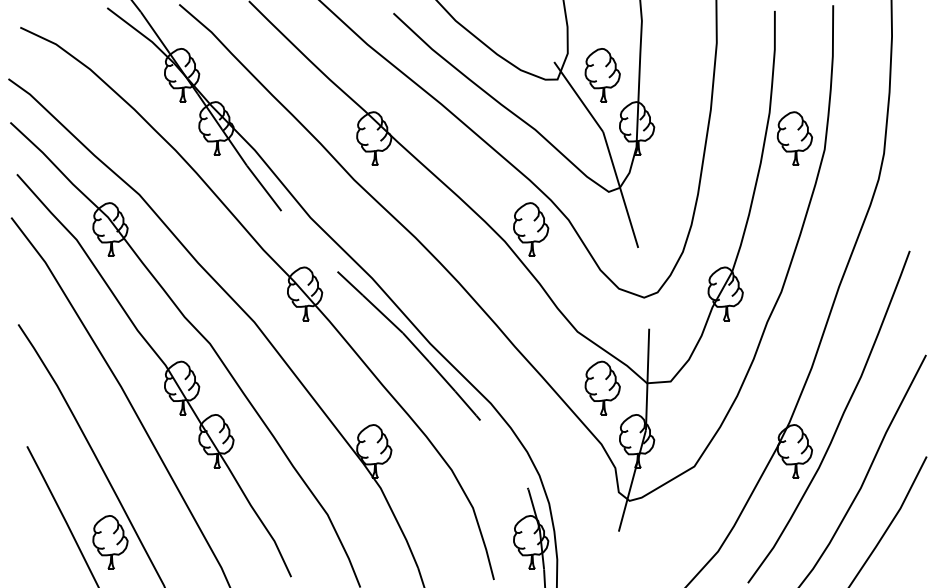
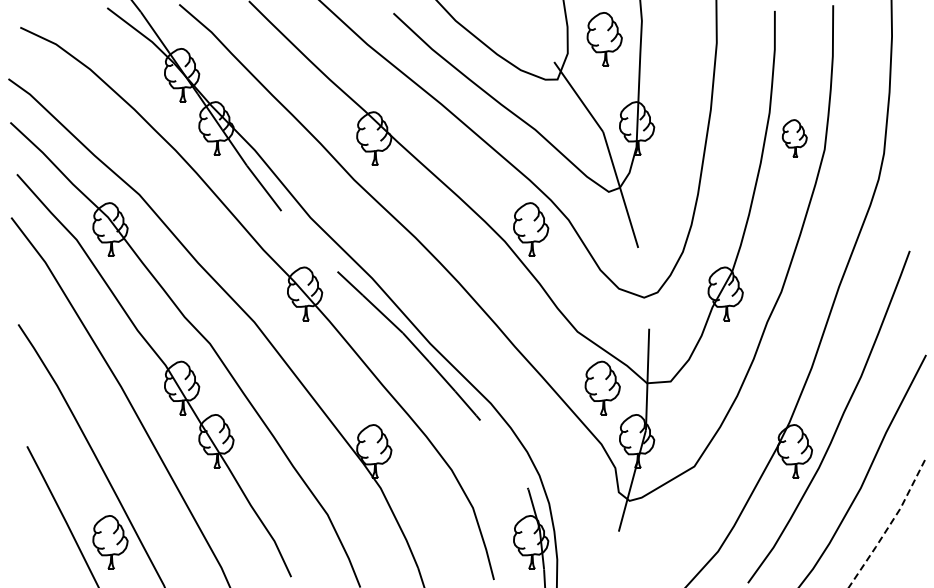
part at (602, 75) position: (602, 75) -> (604, 39)
part at (794, 138) size: 37x55 px -> 27x39 px
line at (890, 523): solid -> dashed
